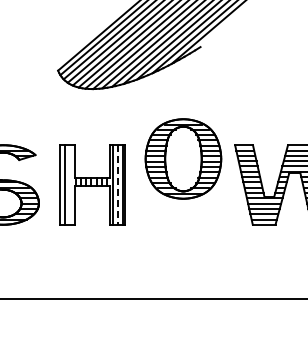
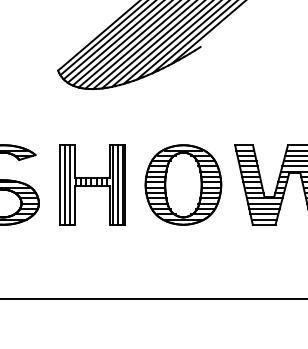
part at (183, 158) position: (183, 158) -> (183, 184)
line at (70, 184): none -> present
line at (117, 185): dashed -> solid
